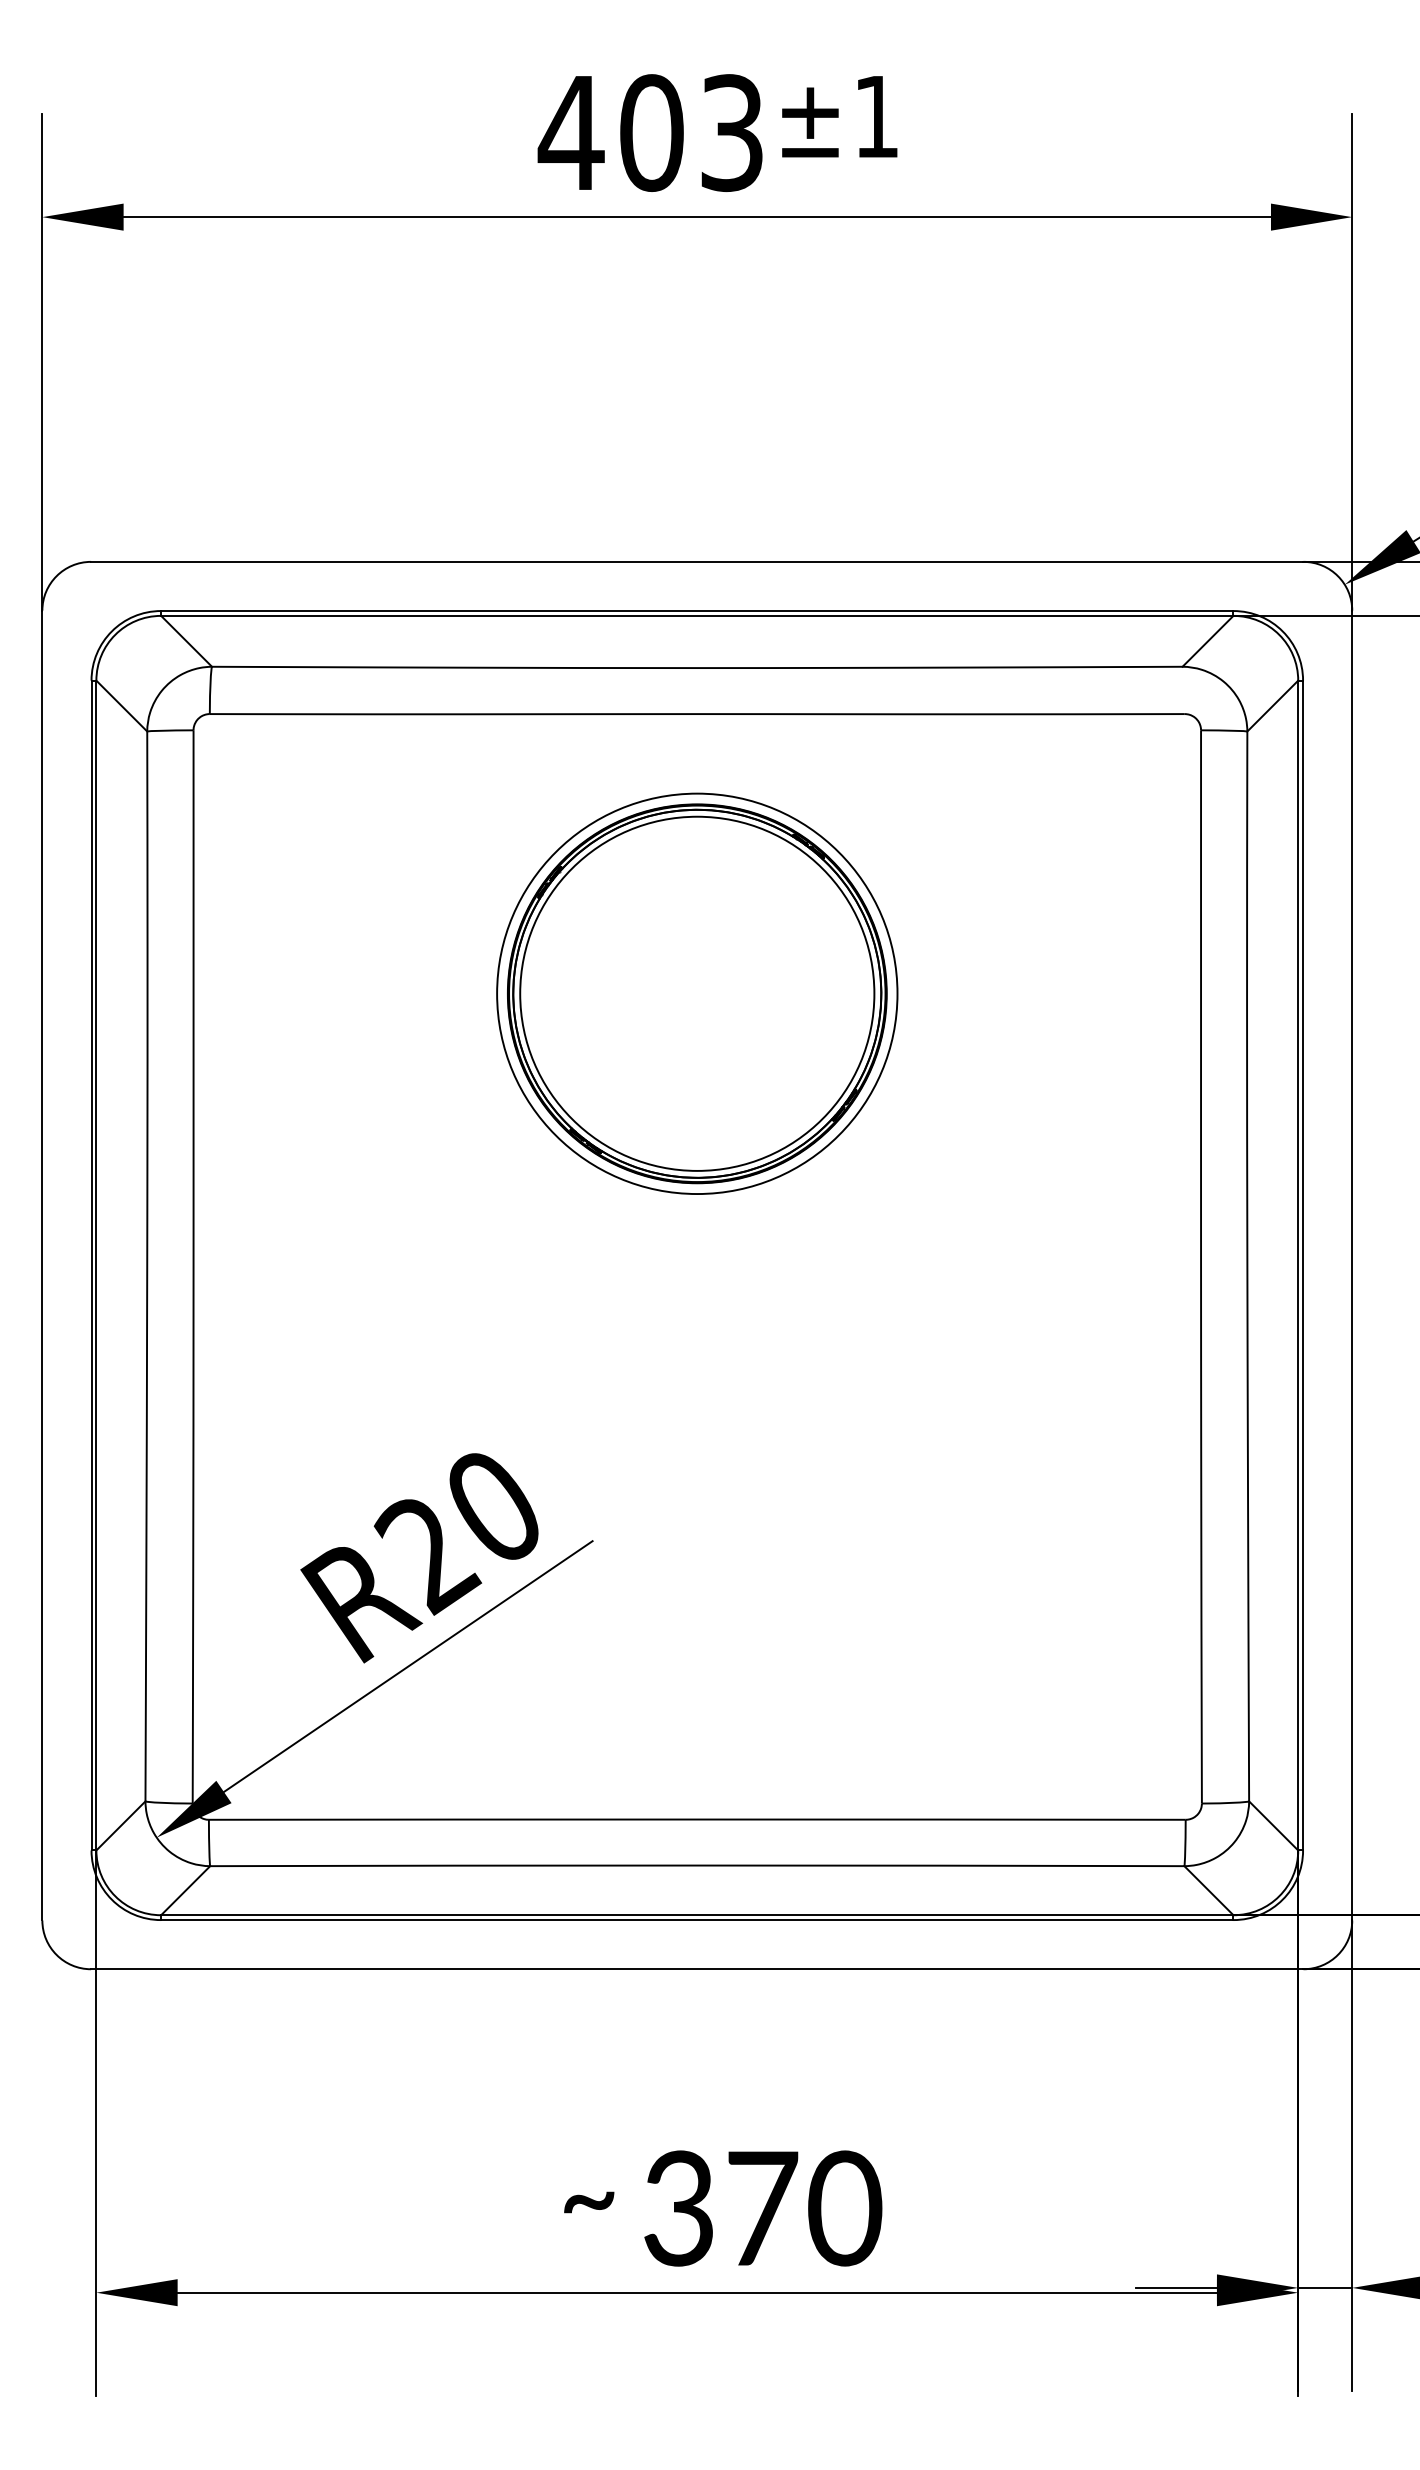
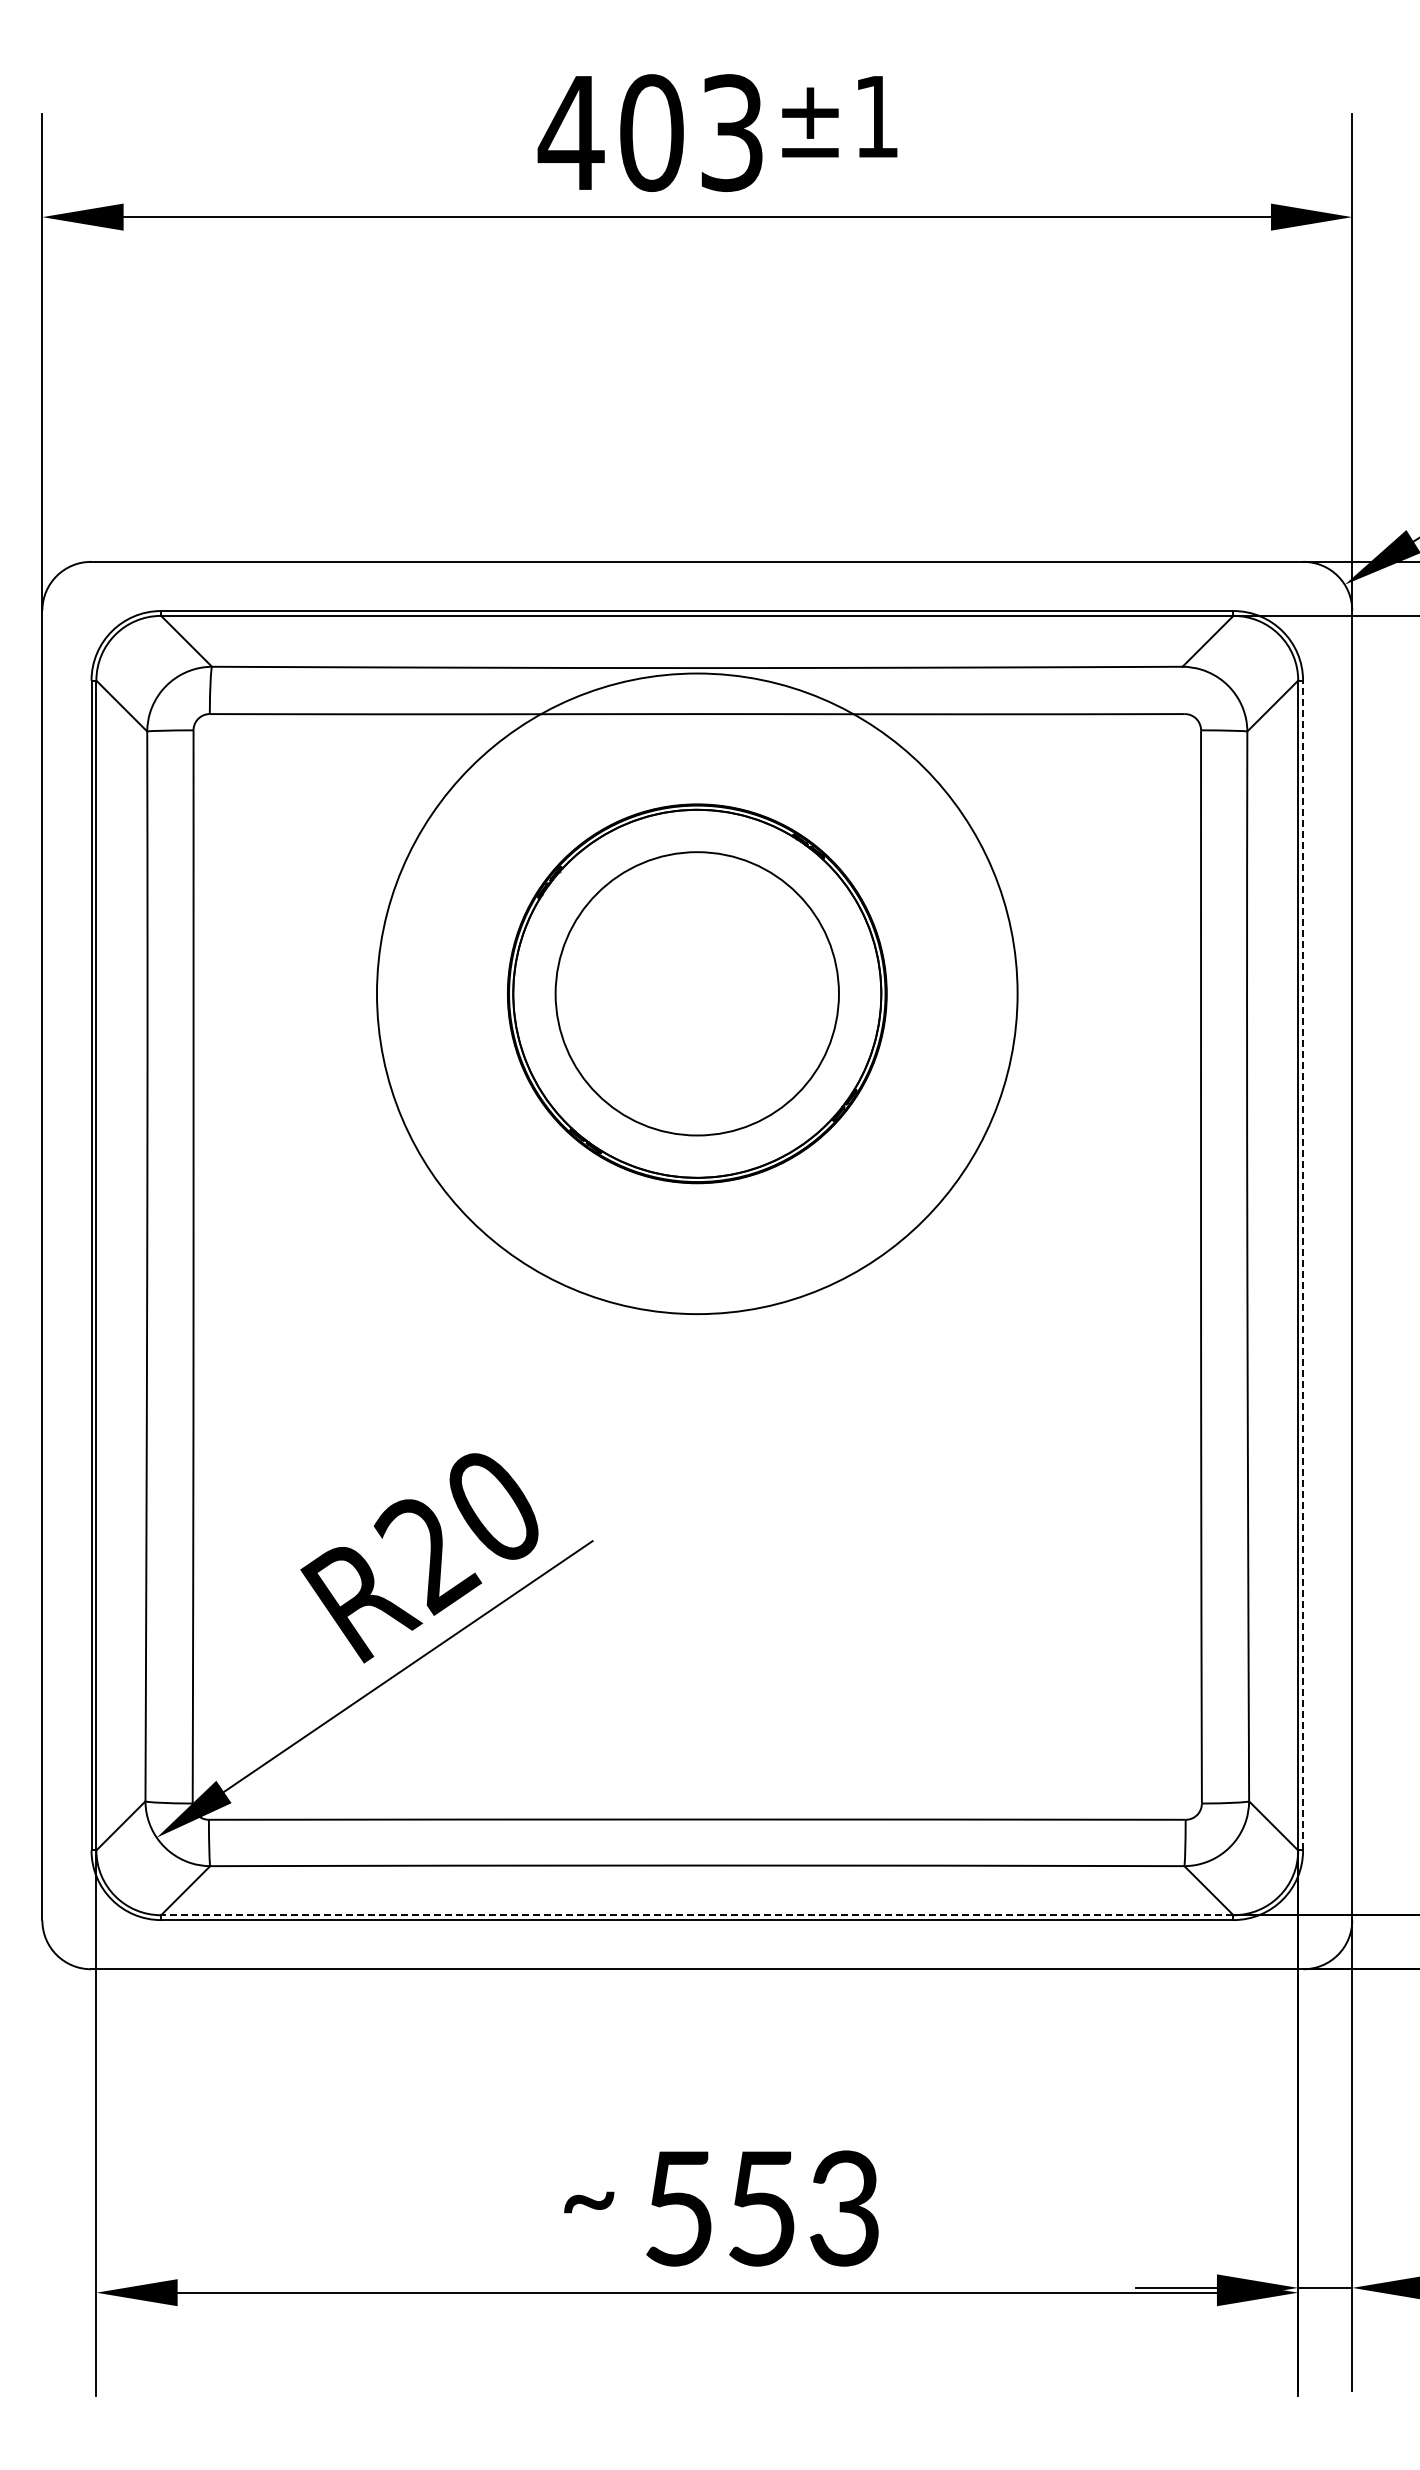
circle at (697, 993) diameter: 354 px -> 283 px
circle at (697, 993) diameter: 400 px -> 641 px
line at (1303, 1265): solid -> dashed
line at (696, 1915): solid -> dashed
text at (763, 2208): 370 -> 553
